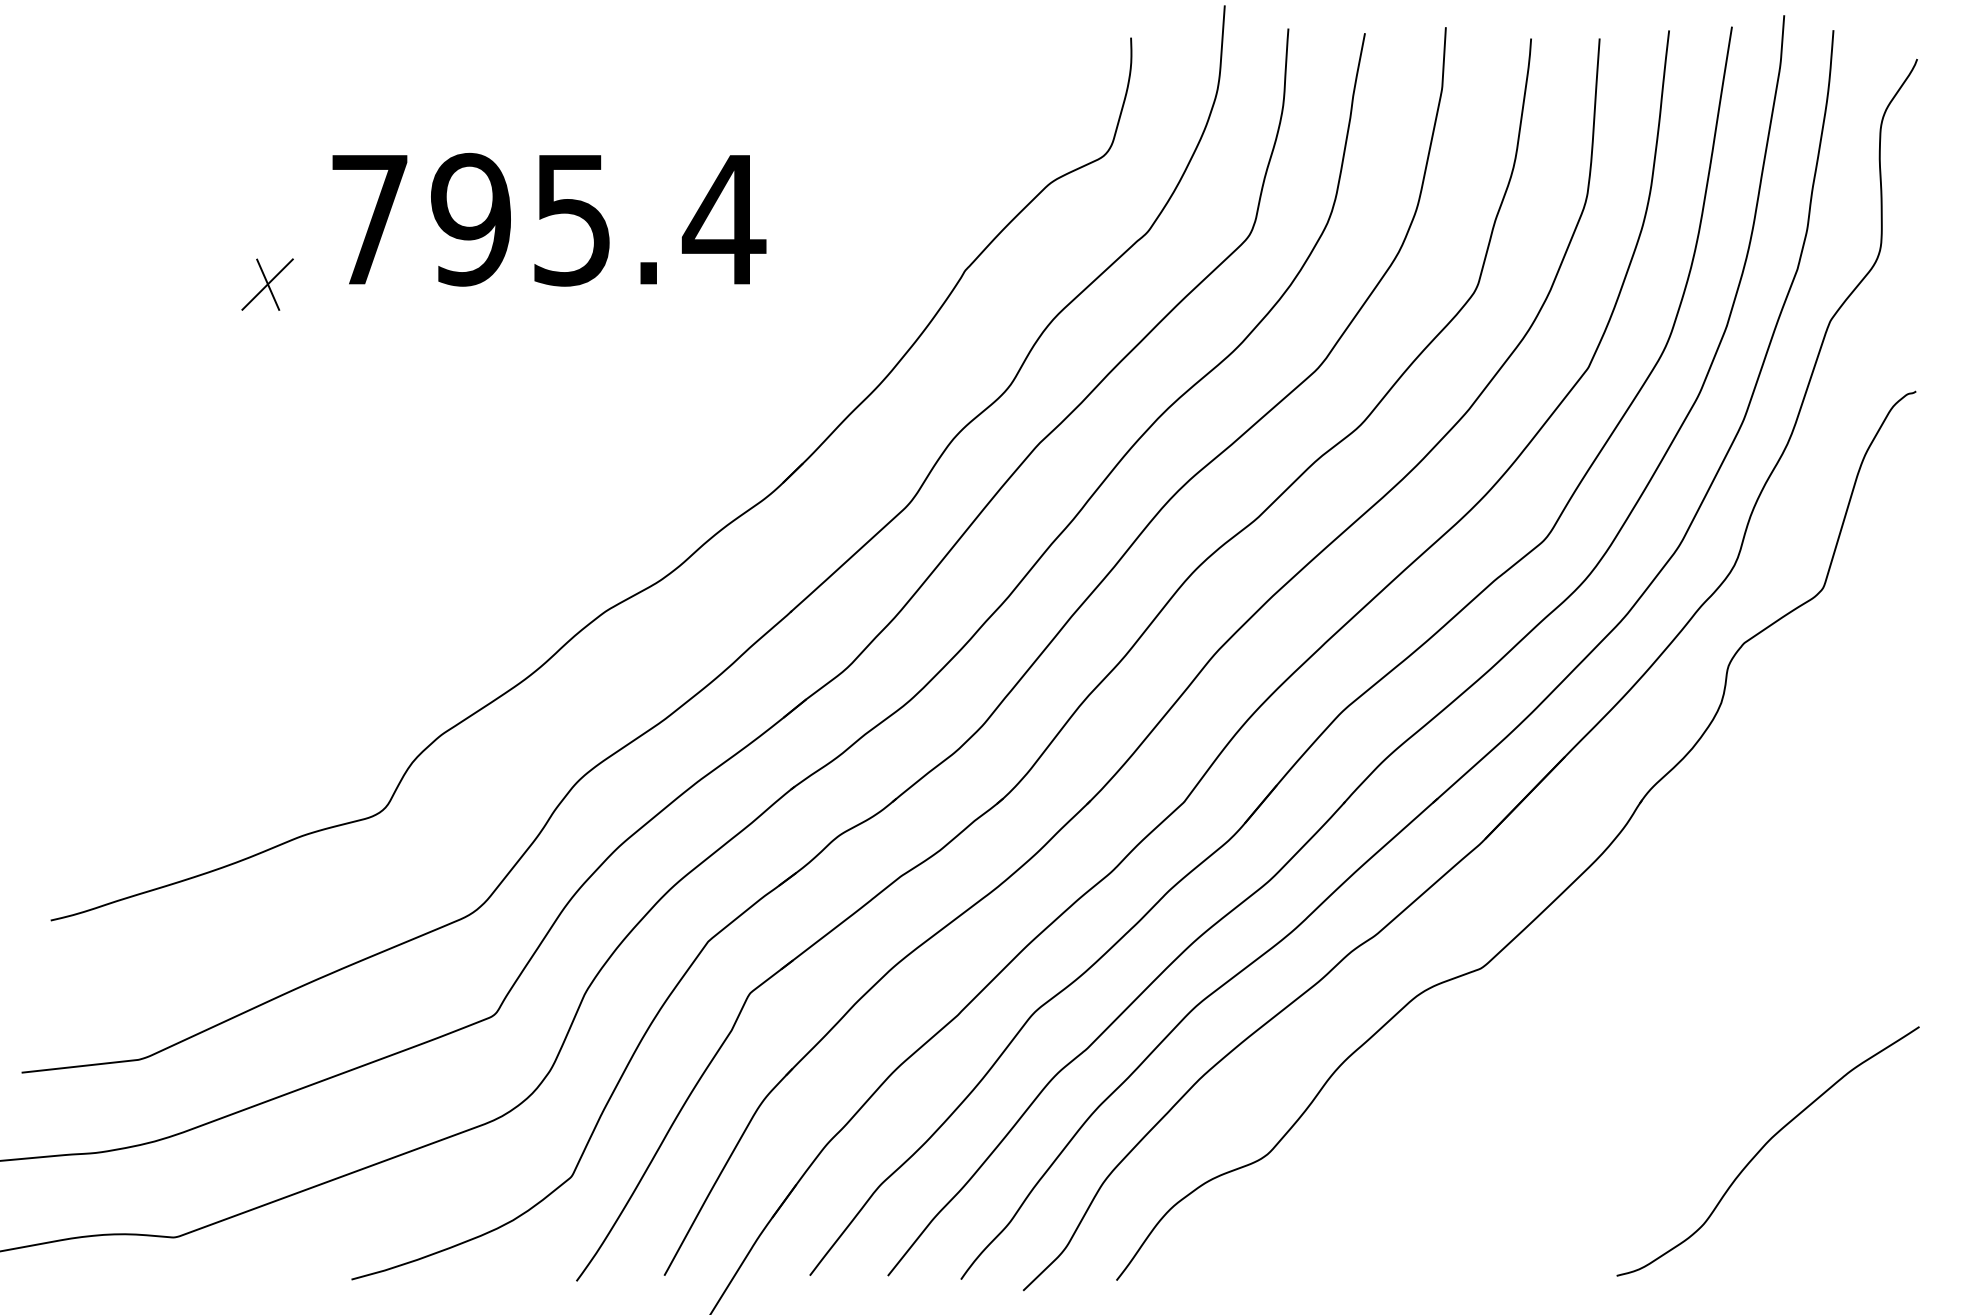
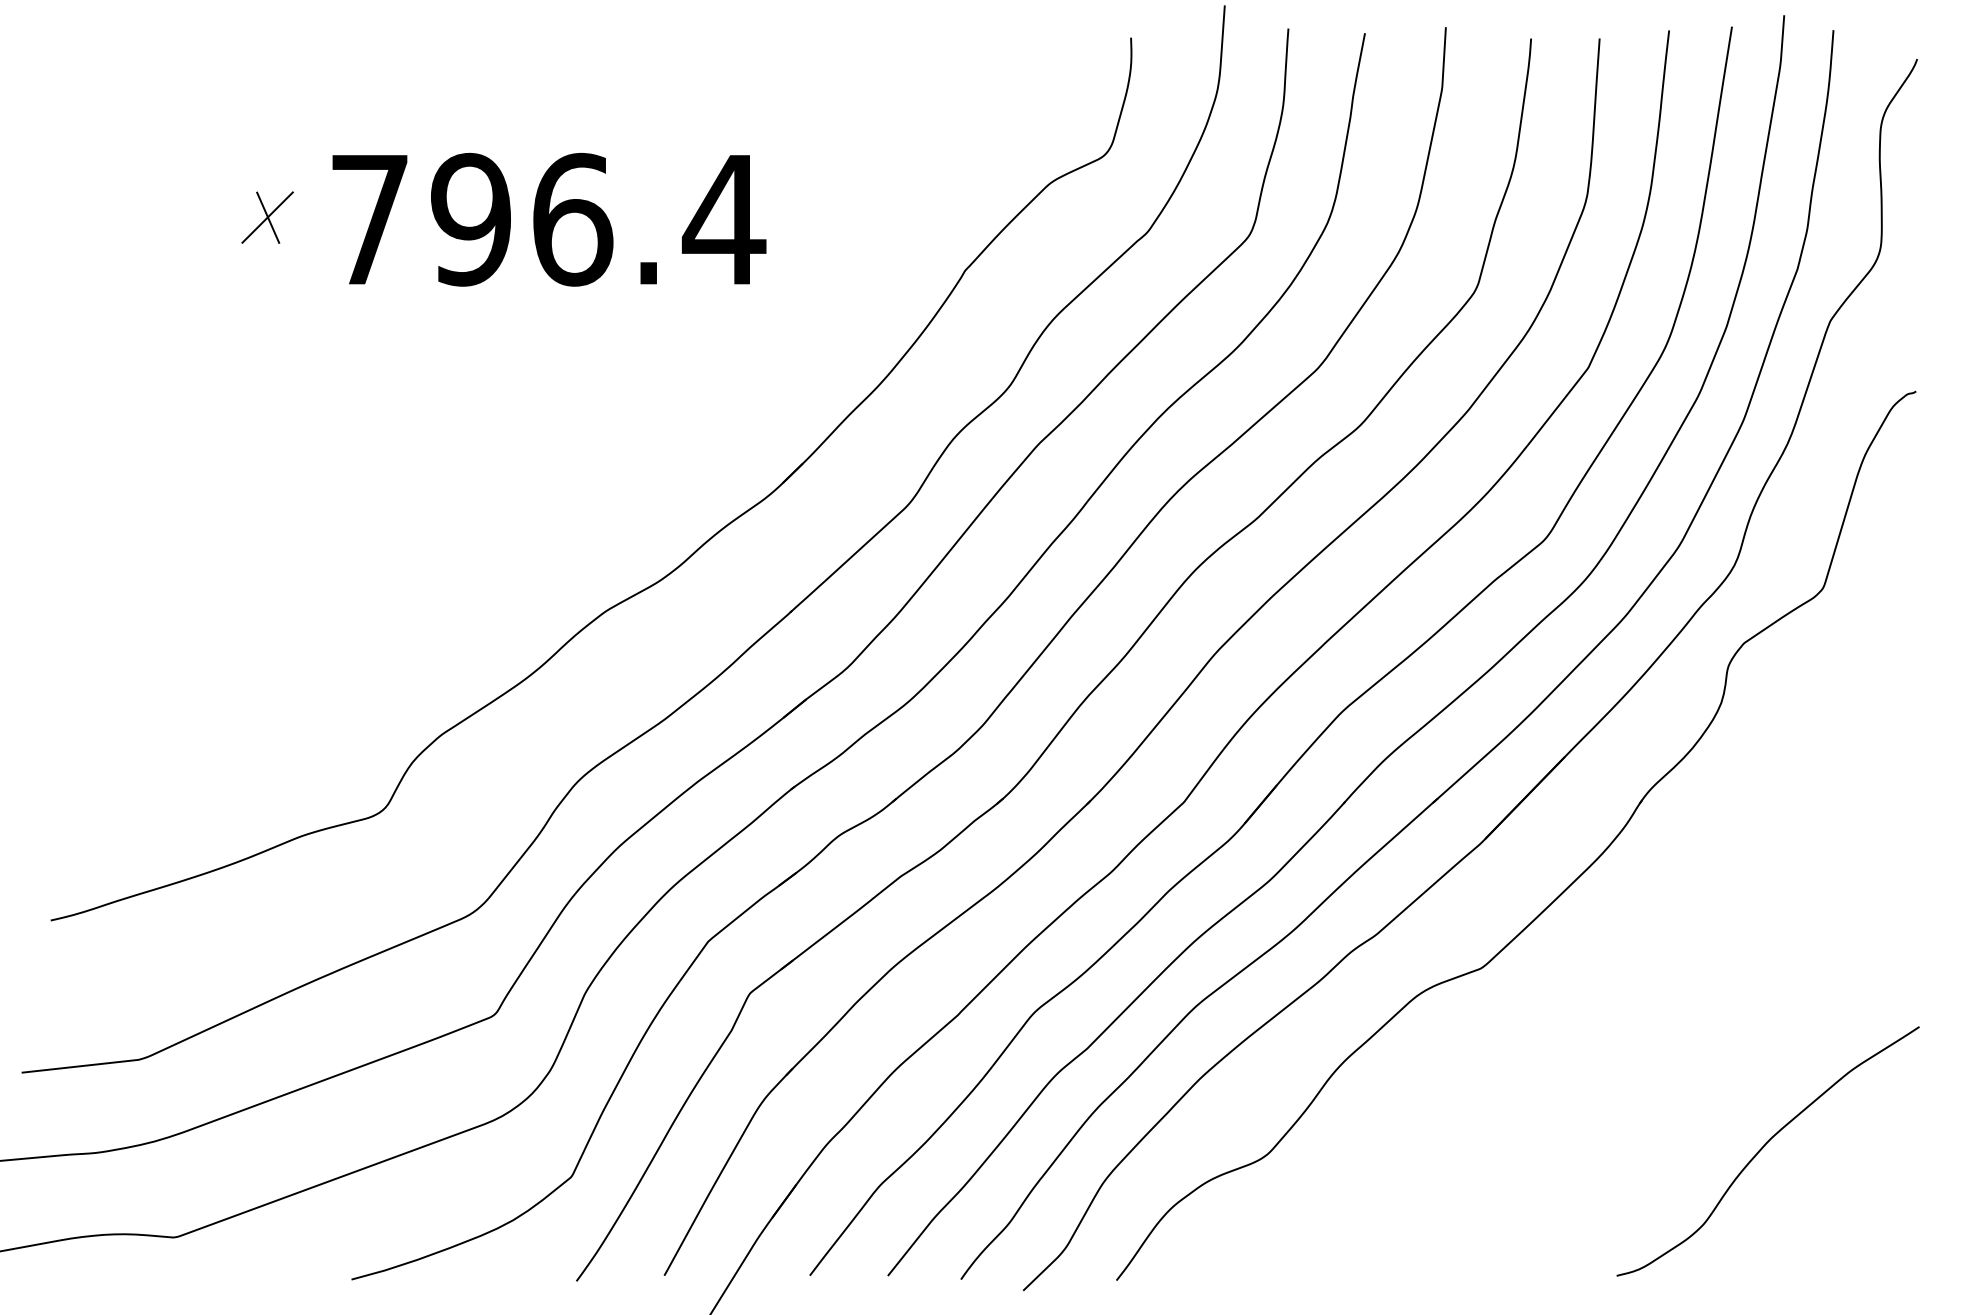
text at (573, 219): 795.4 -> 796.4
part at (267, 284) position: (267, 284) -> (267, 217)
